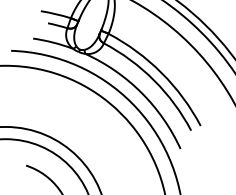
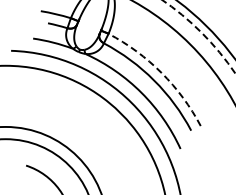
arc at (202, 33): solid -> dashed
arc at (161, 72): solid -> dashed
